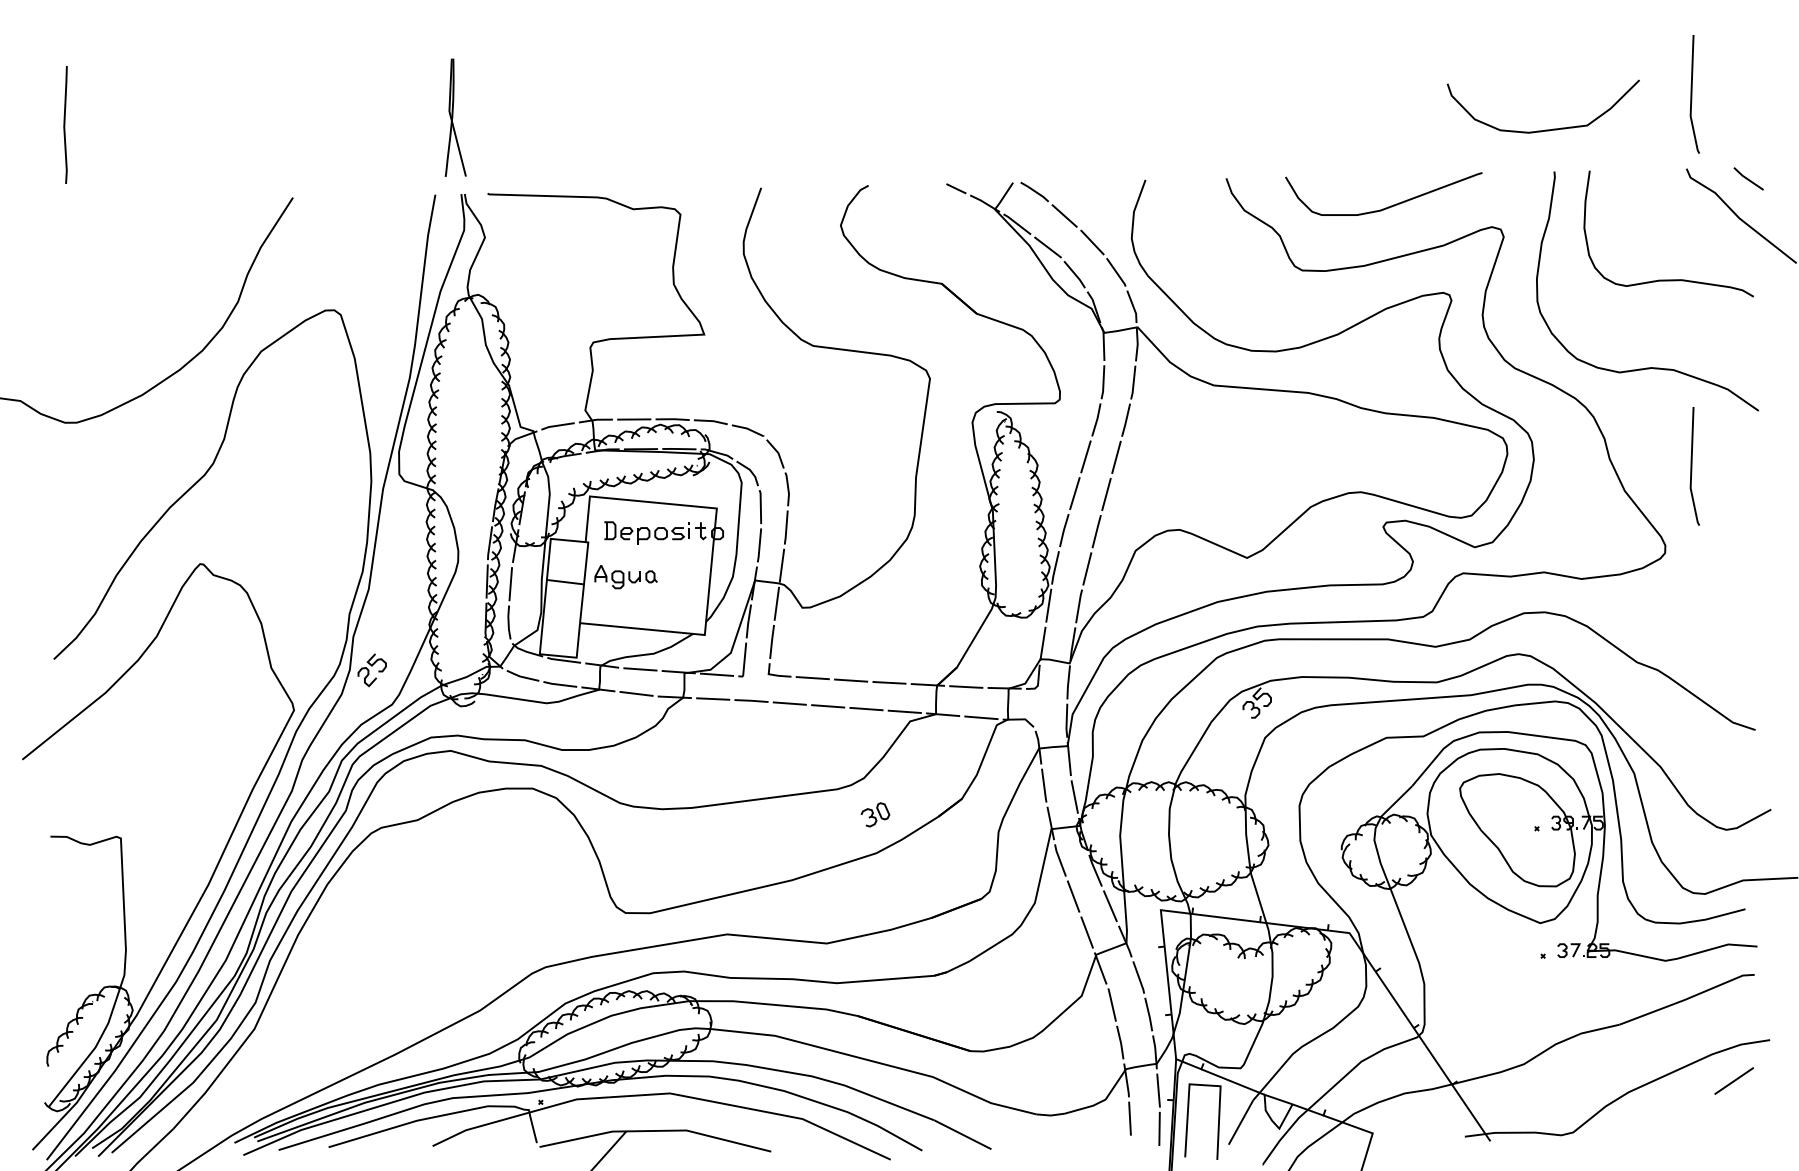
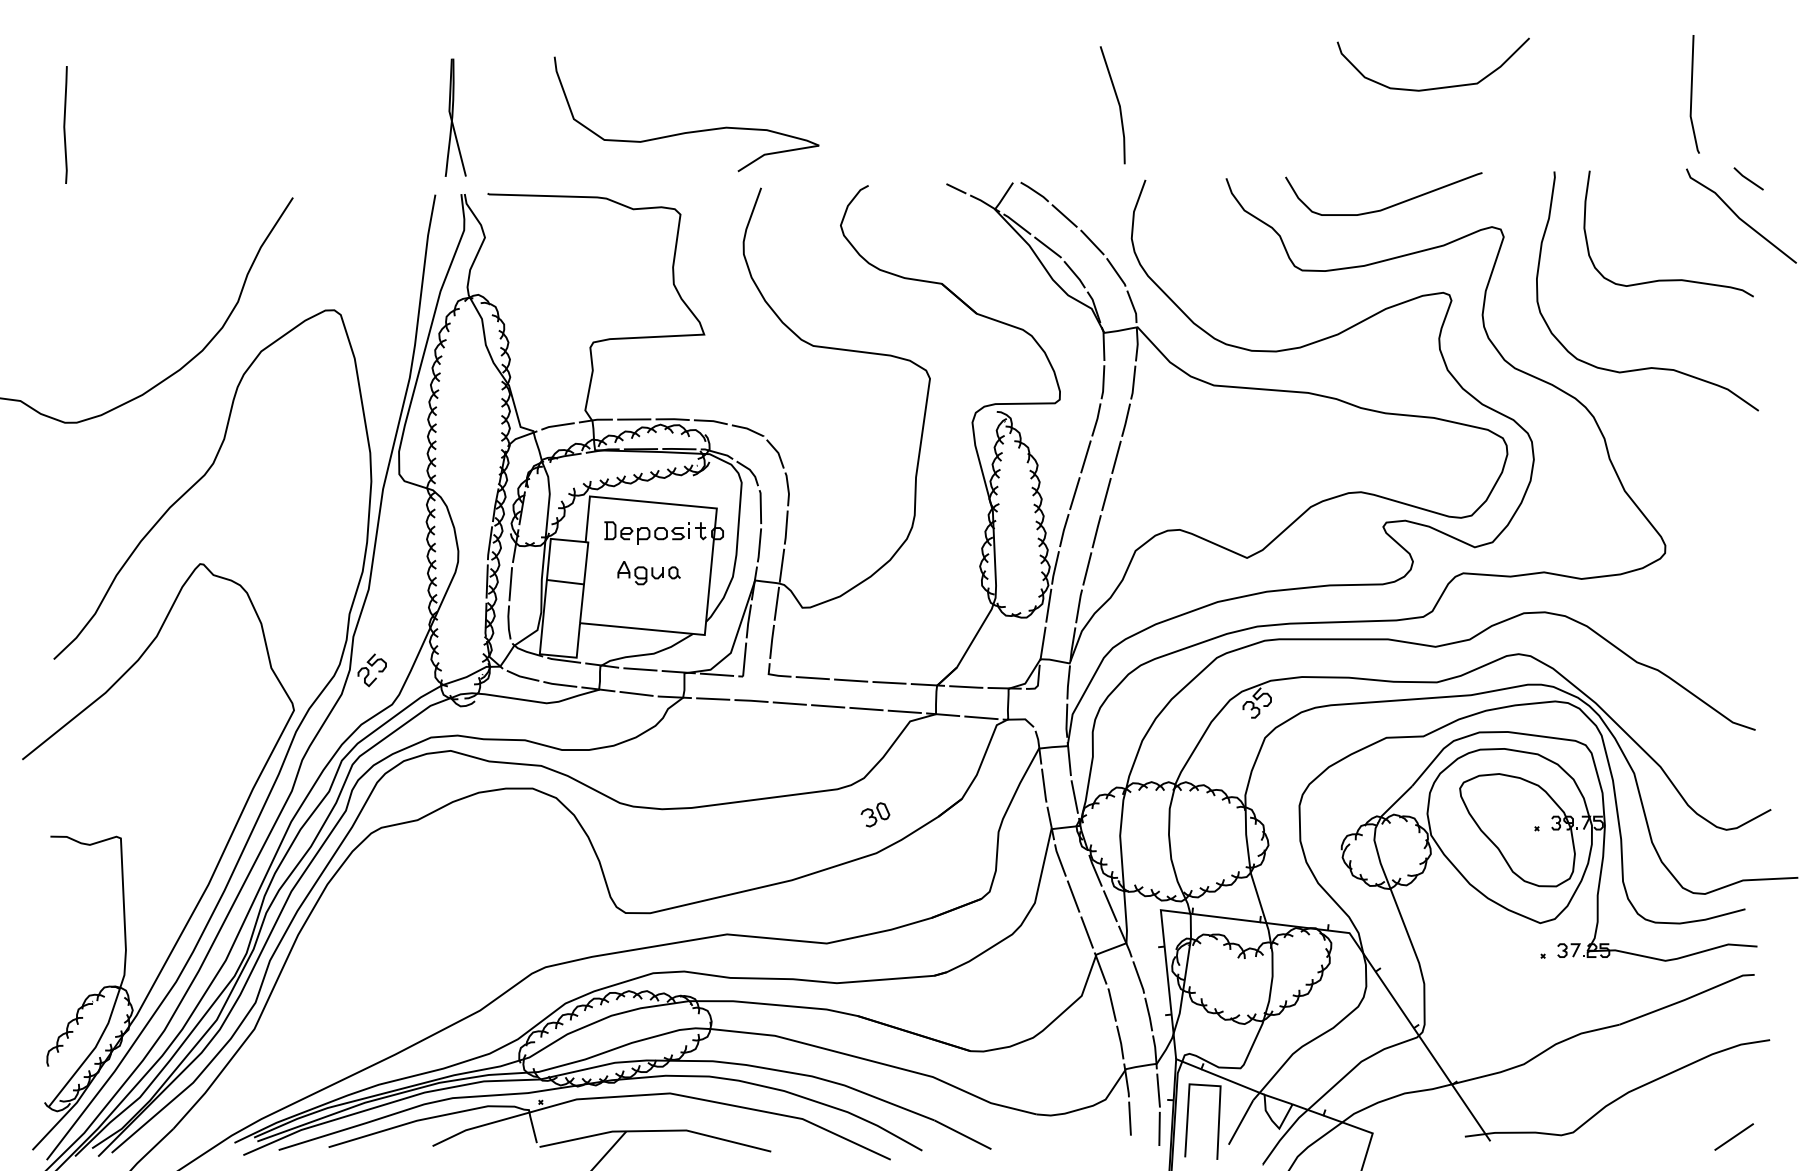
line at (1117, 102): none -> present
curve at (1545, 129) position: (1545, 129) -> (1435, 87)
part at (687, 131): none -> present
line at (1692, 466): present -> none
part at (625, 577) position: (625, 577) -> (648, 573)
line at (1733, 1080) position: (1733, 1080) -> (1733, 1136)
